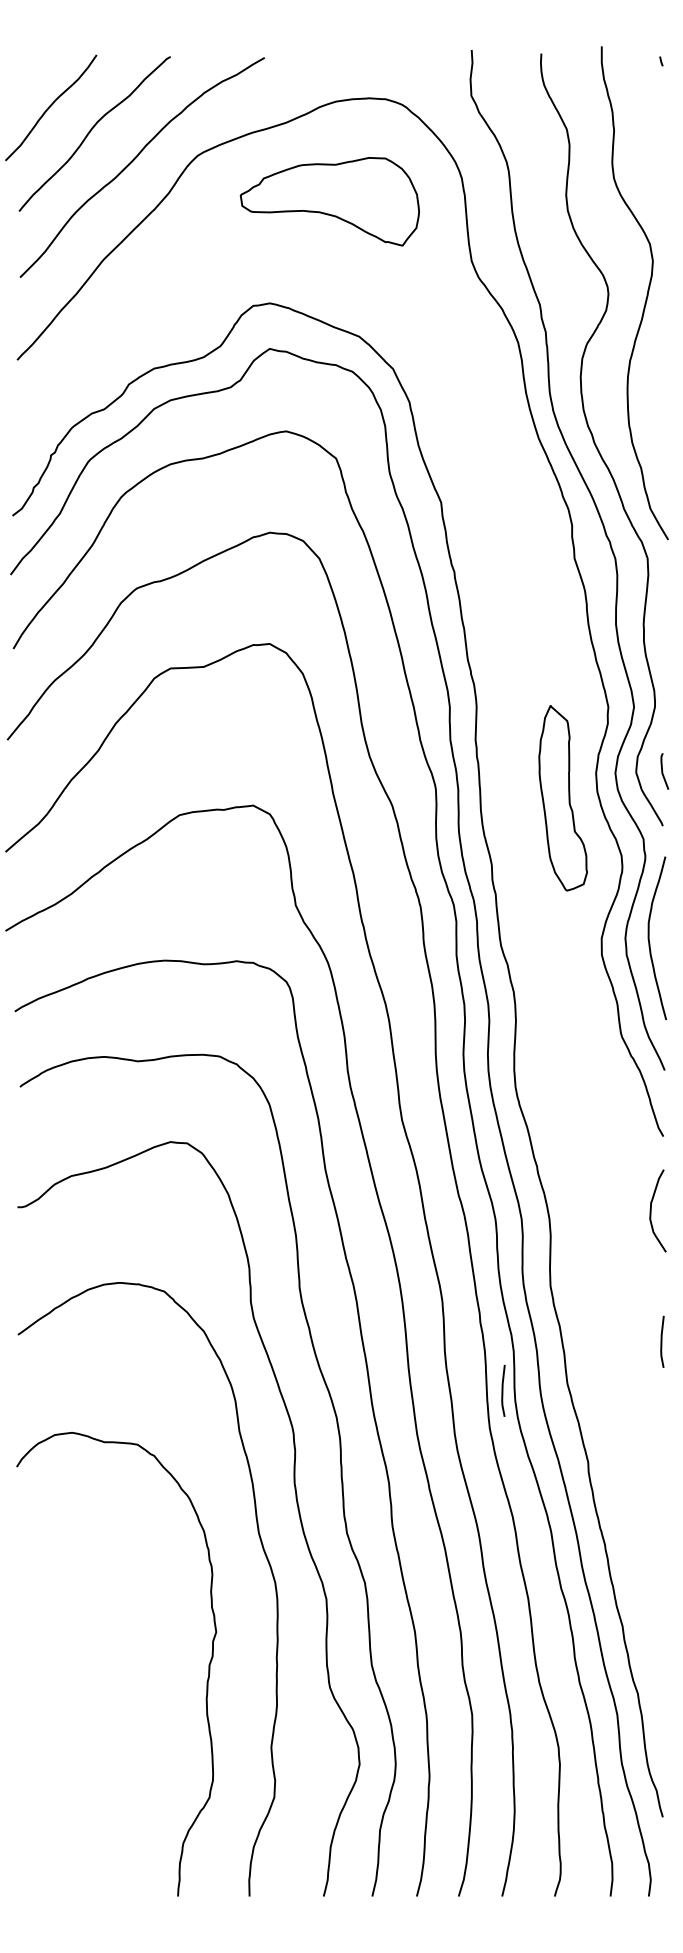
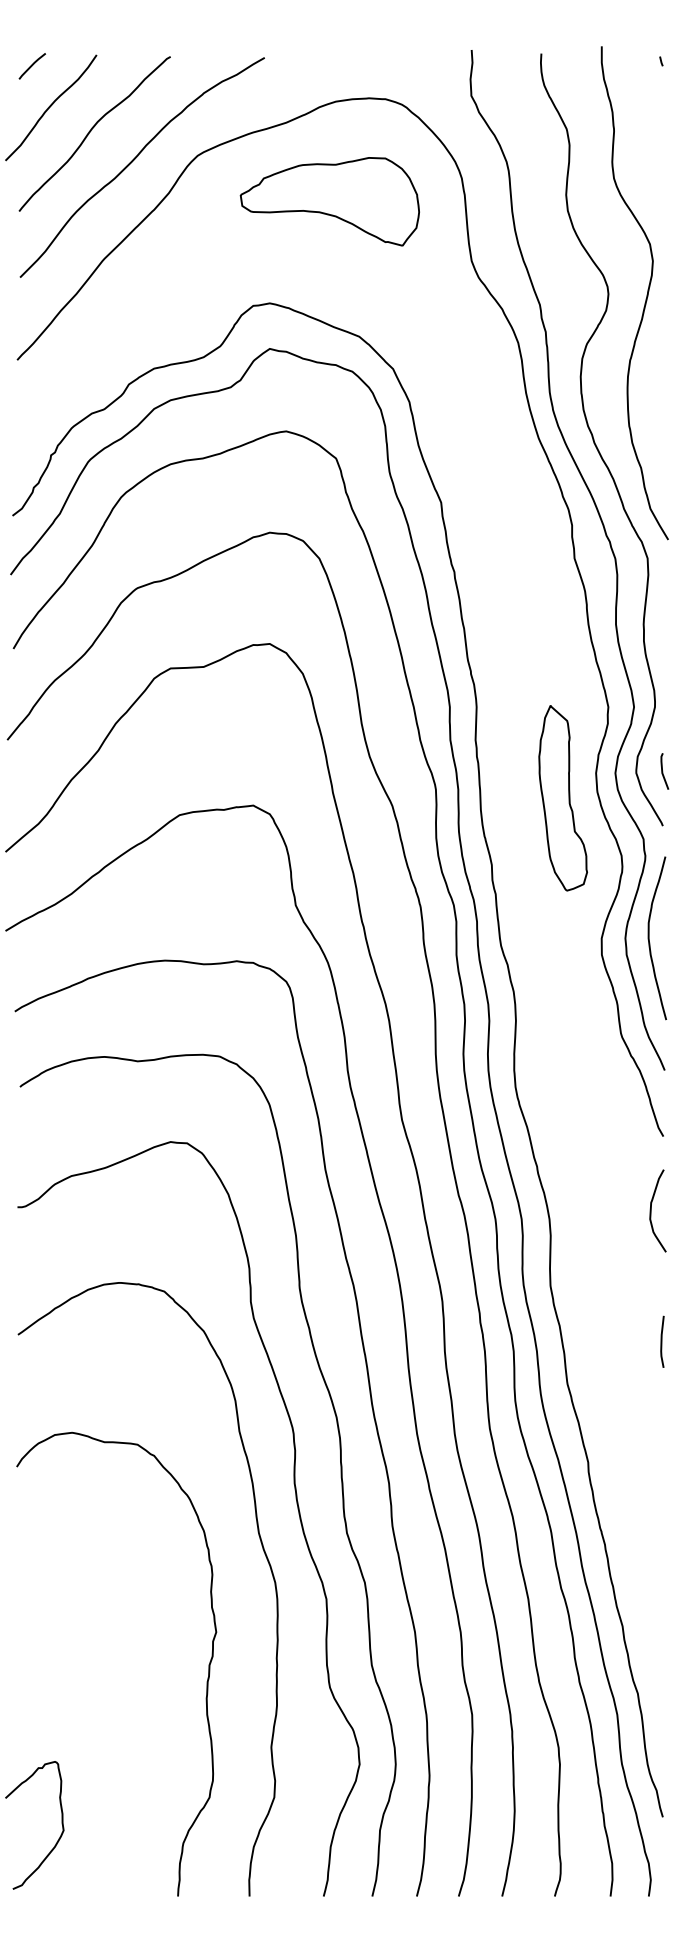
line at (31, 66): none -> present
line at (503, 1390): present -> none
curve at (61, 1824): none -> present
